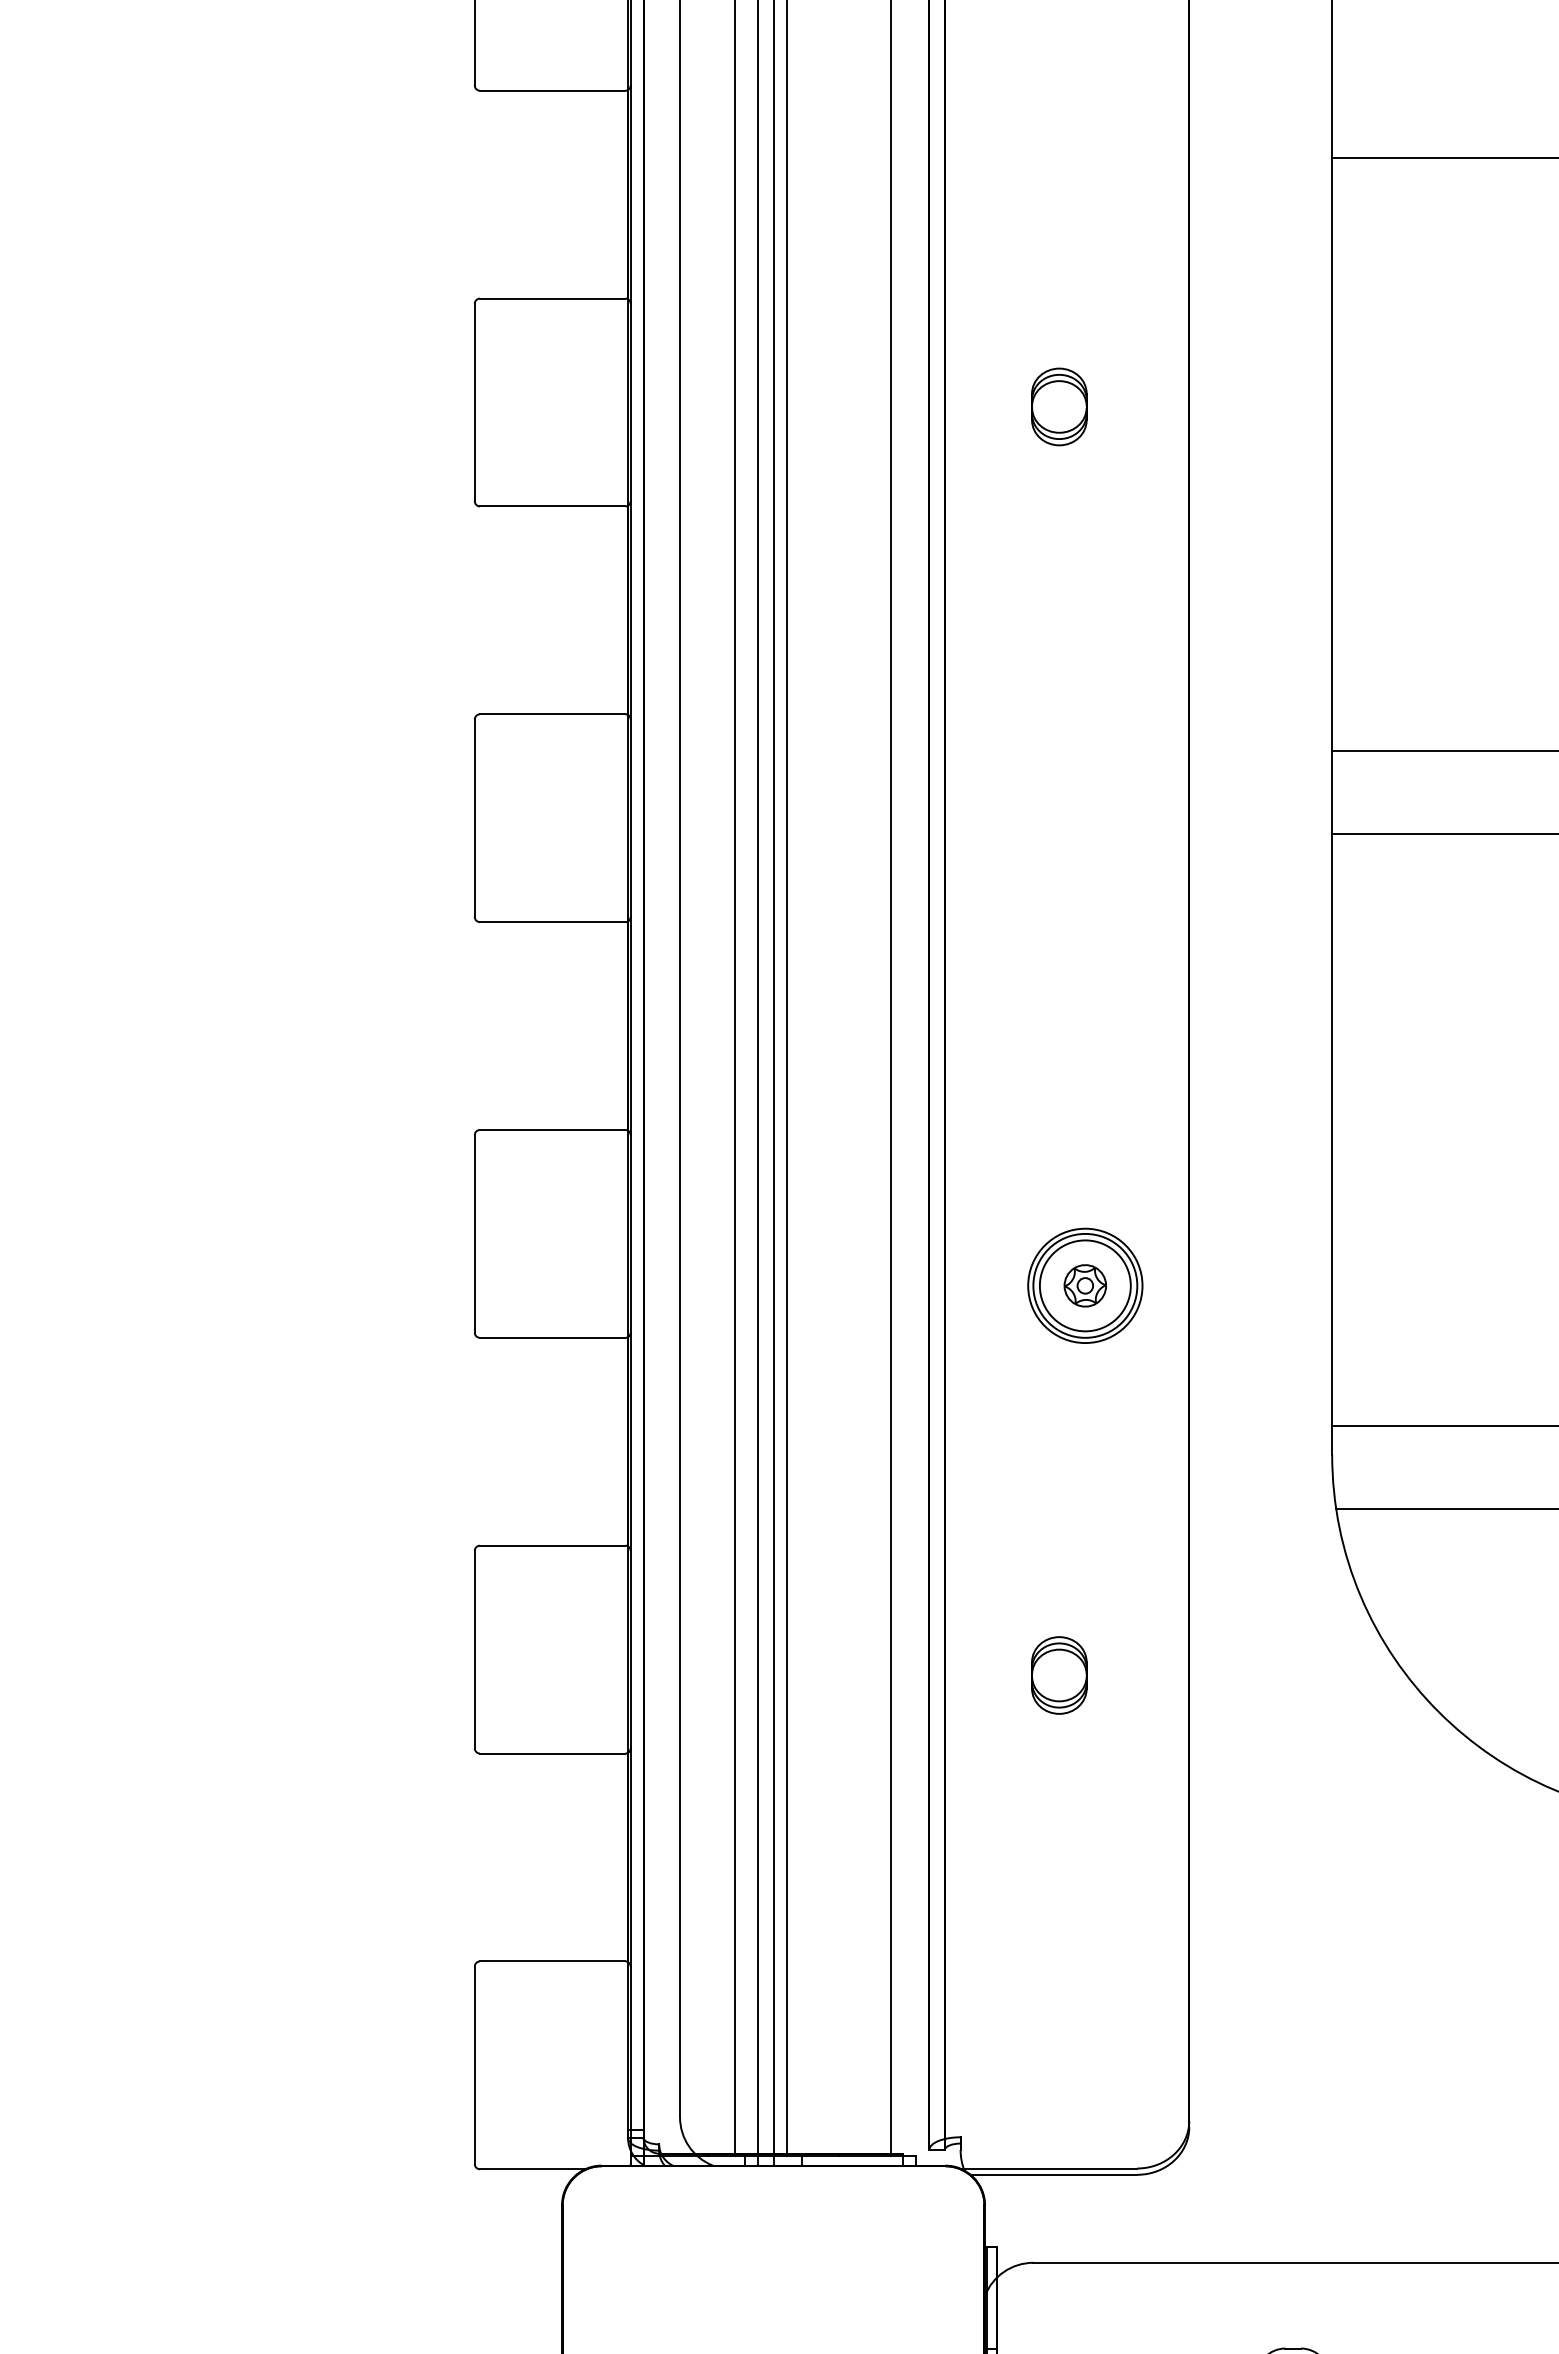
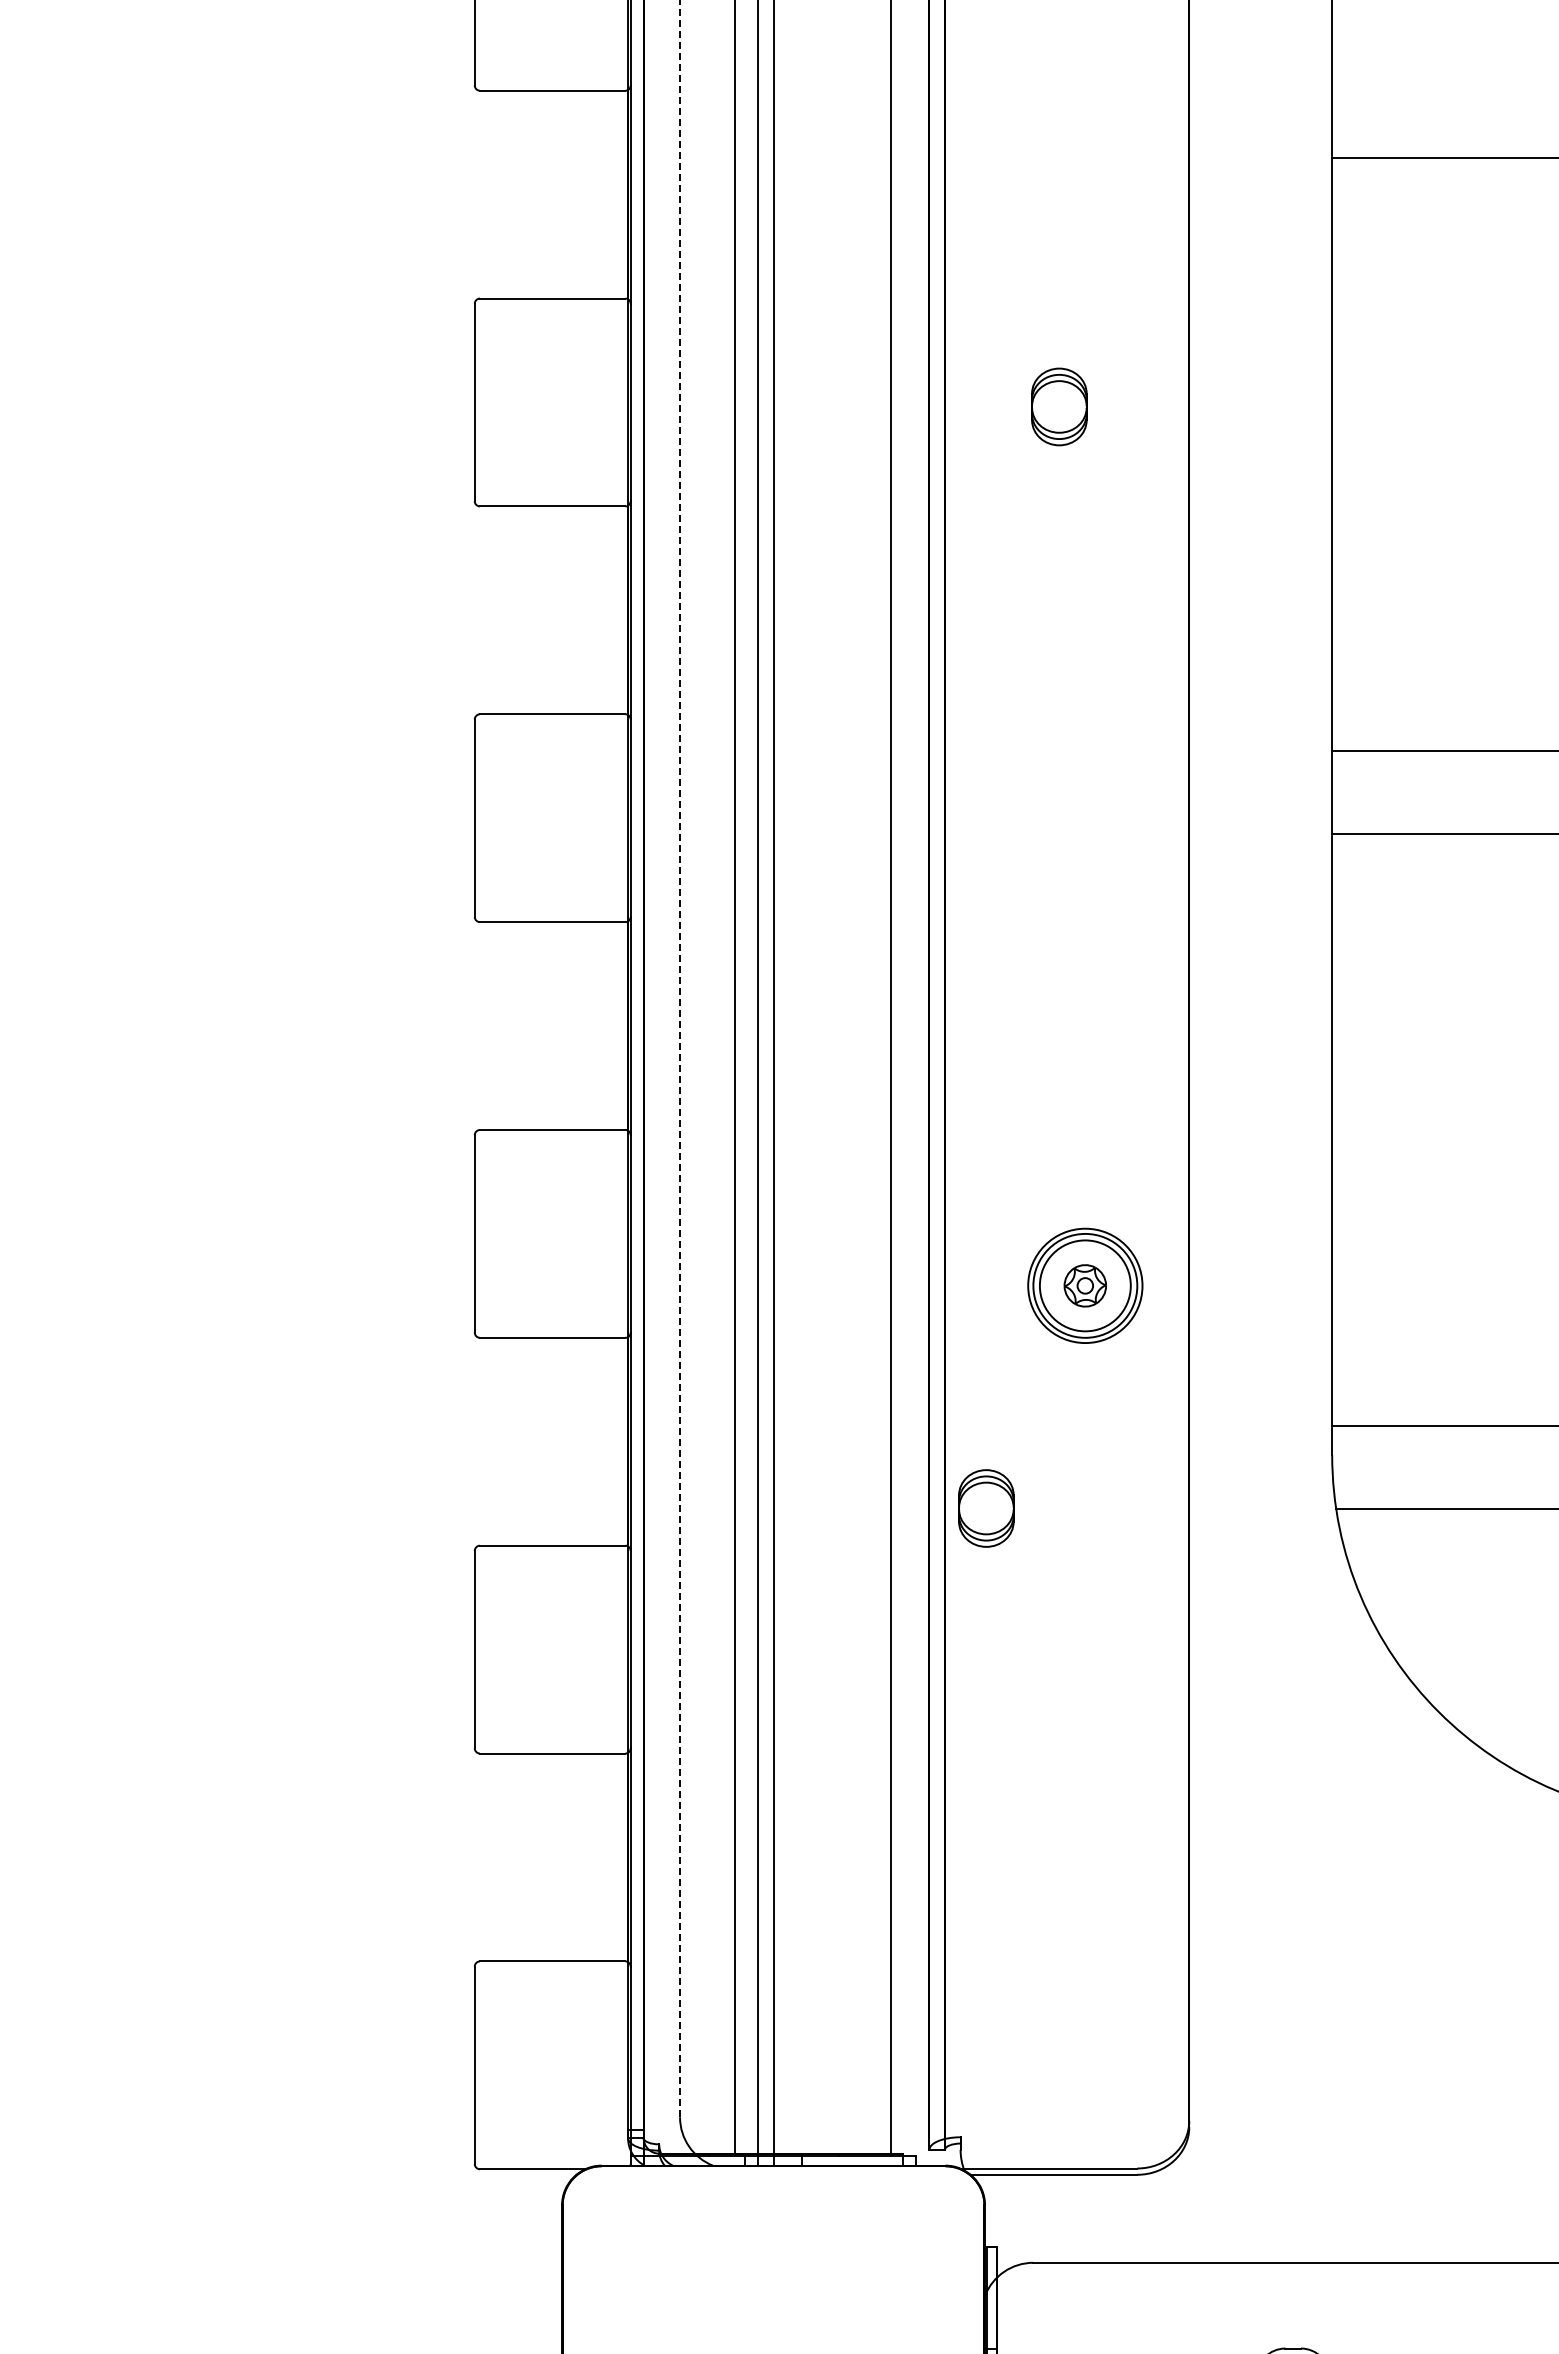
line at (680, 1058): solid -> dashed
line at (786, 1079): present -> none
part at (1059, 1675) position: (1059, 1675) -> (986, 1508)
